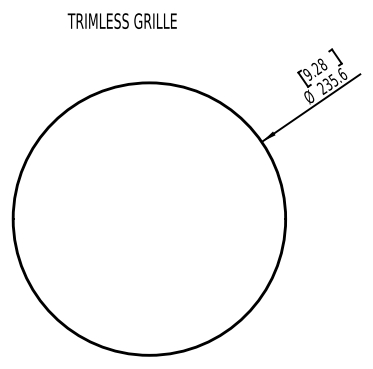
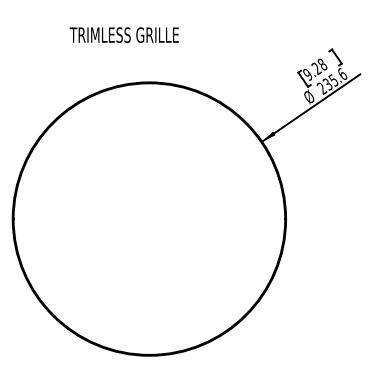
text at (121, 20) position: (121, 20) -> (123, 34)
